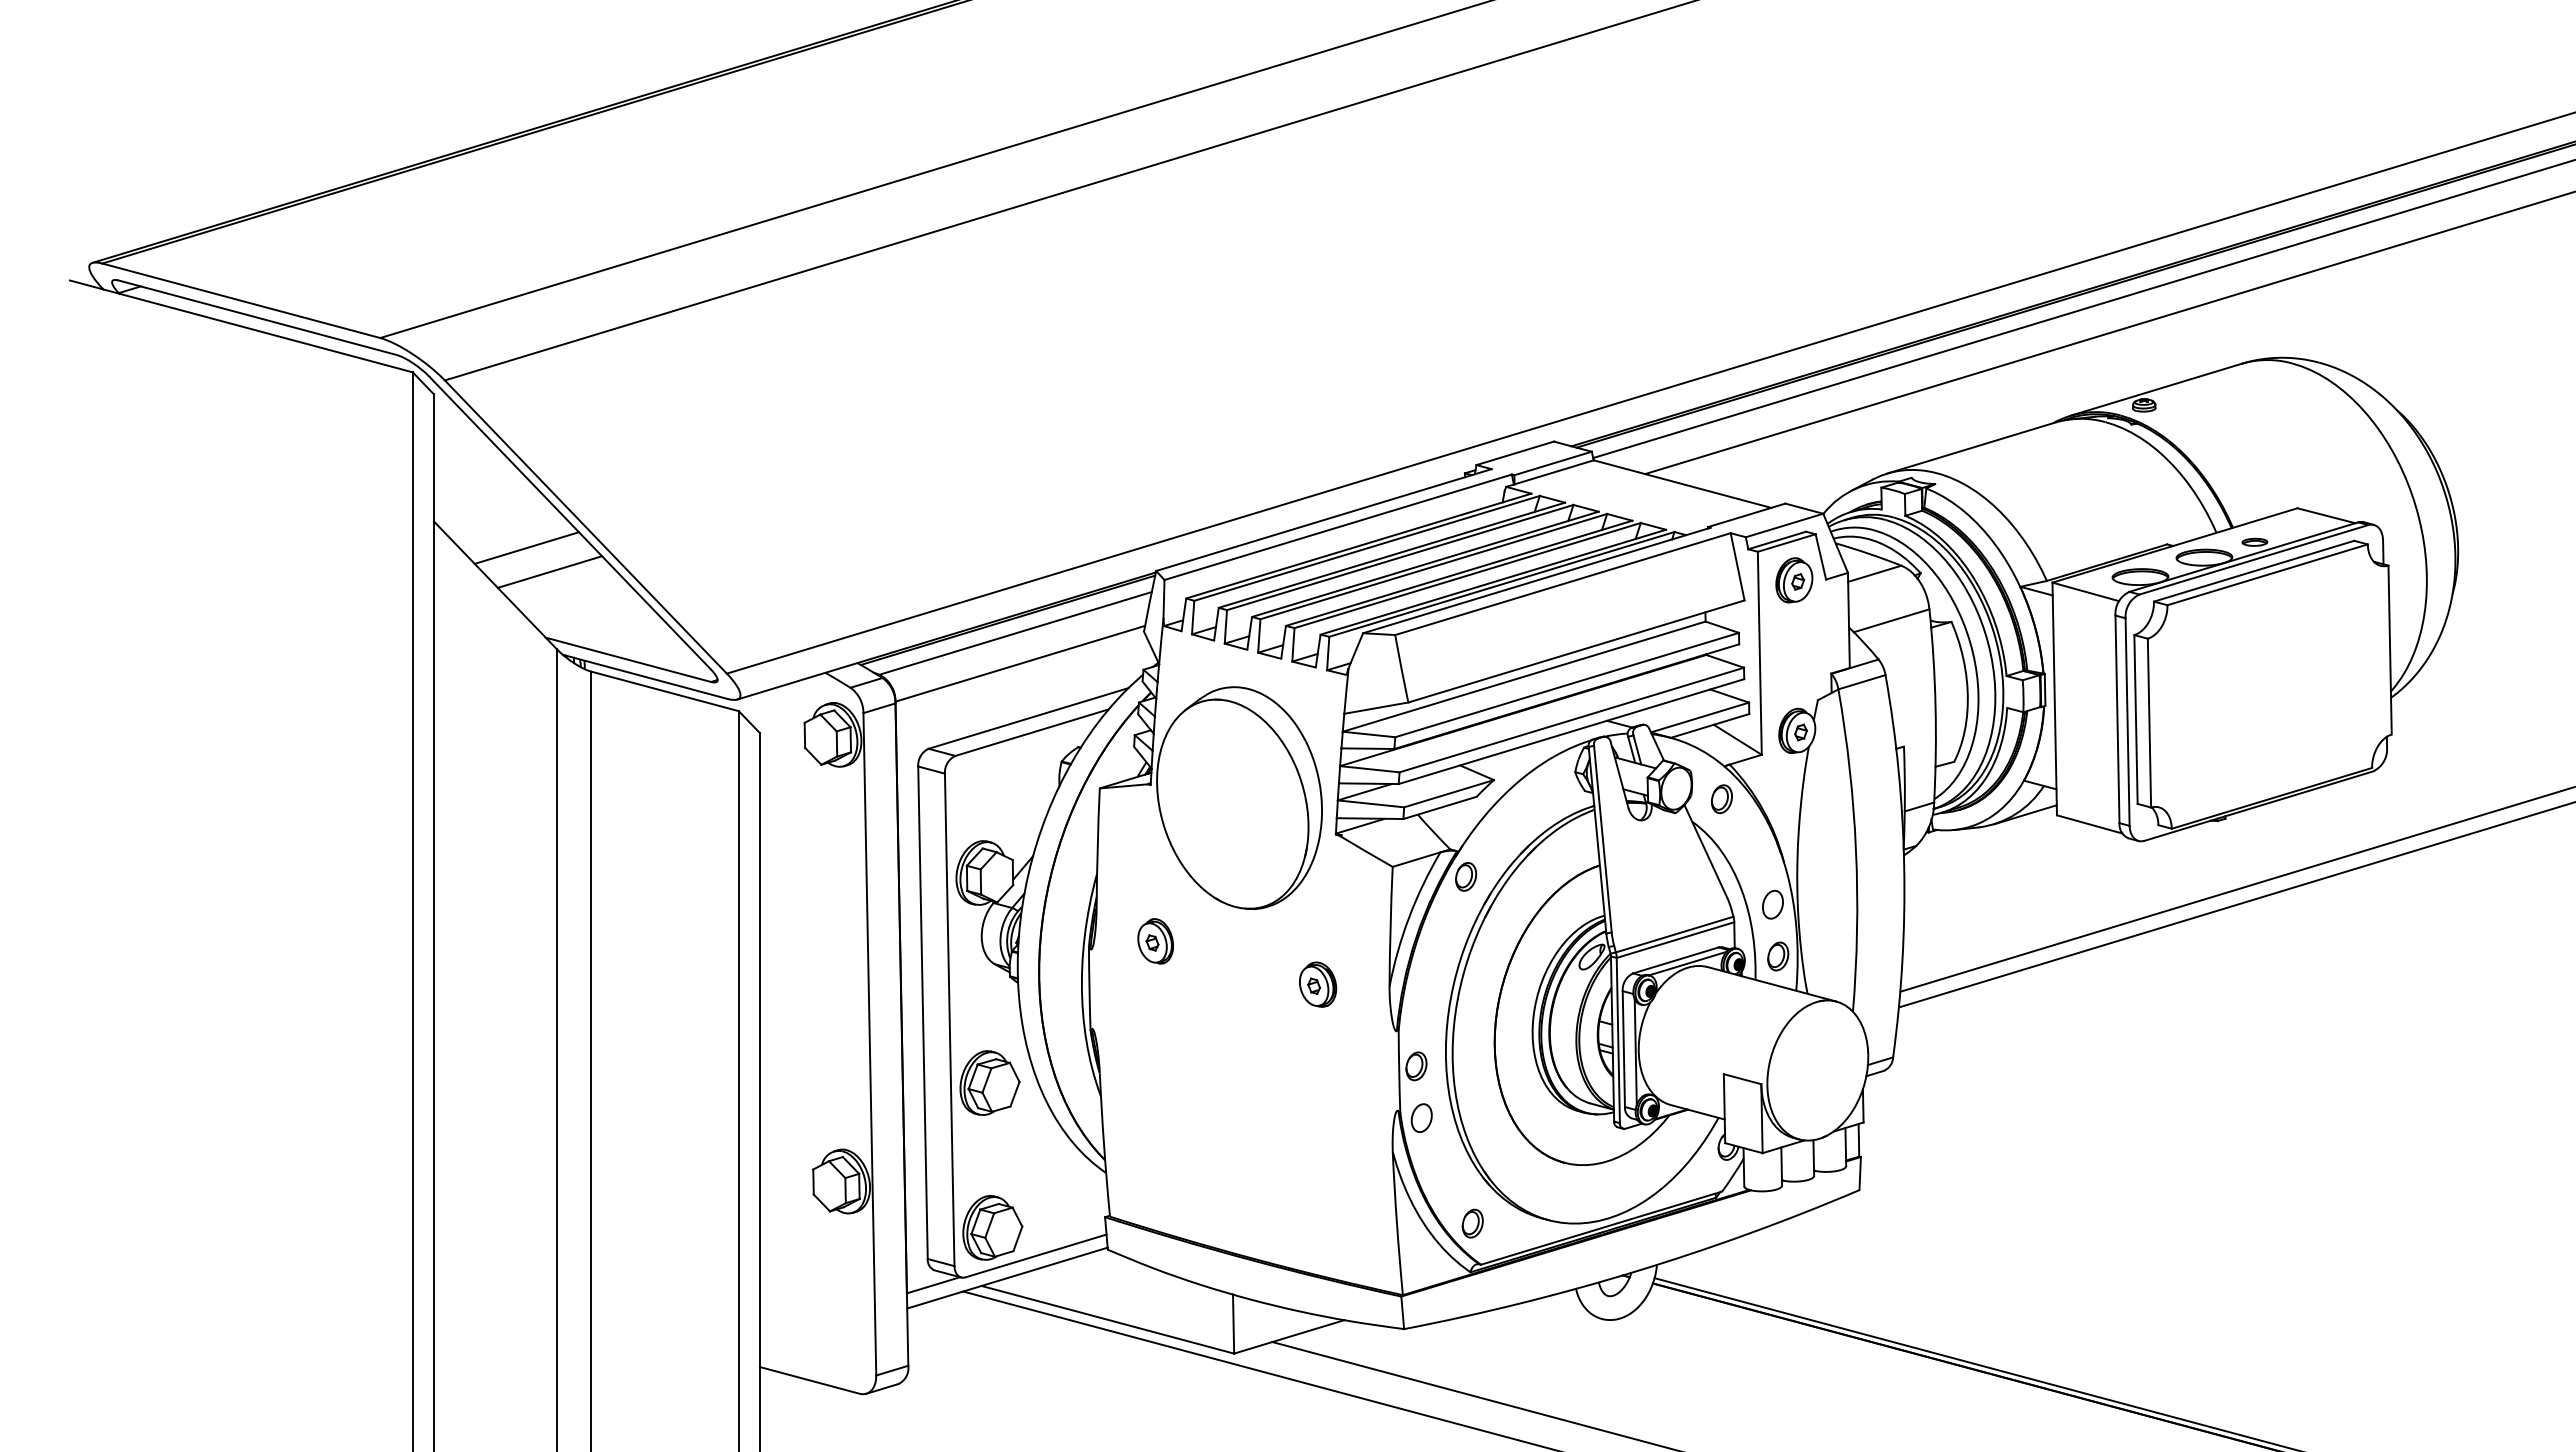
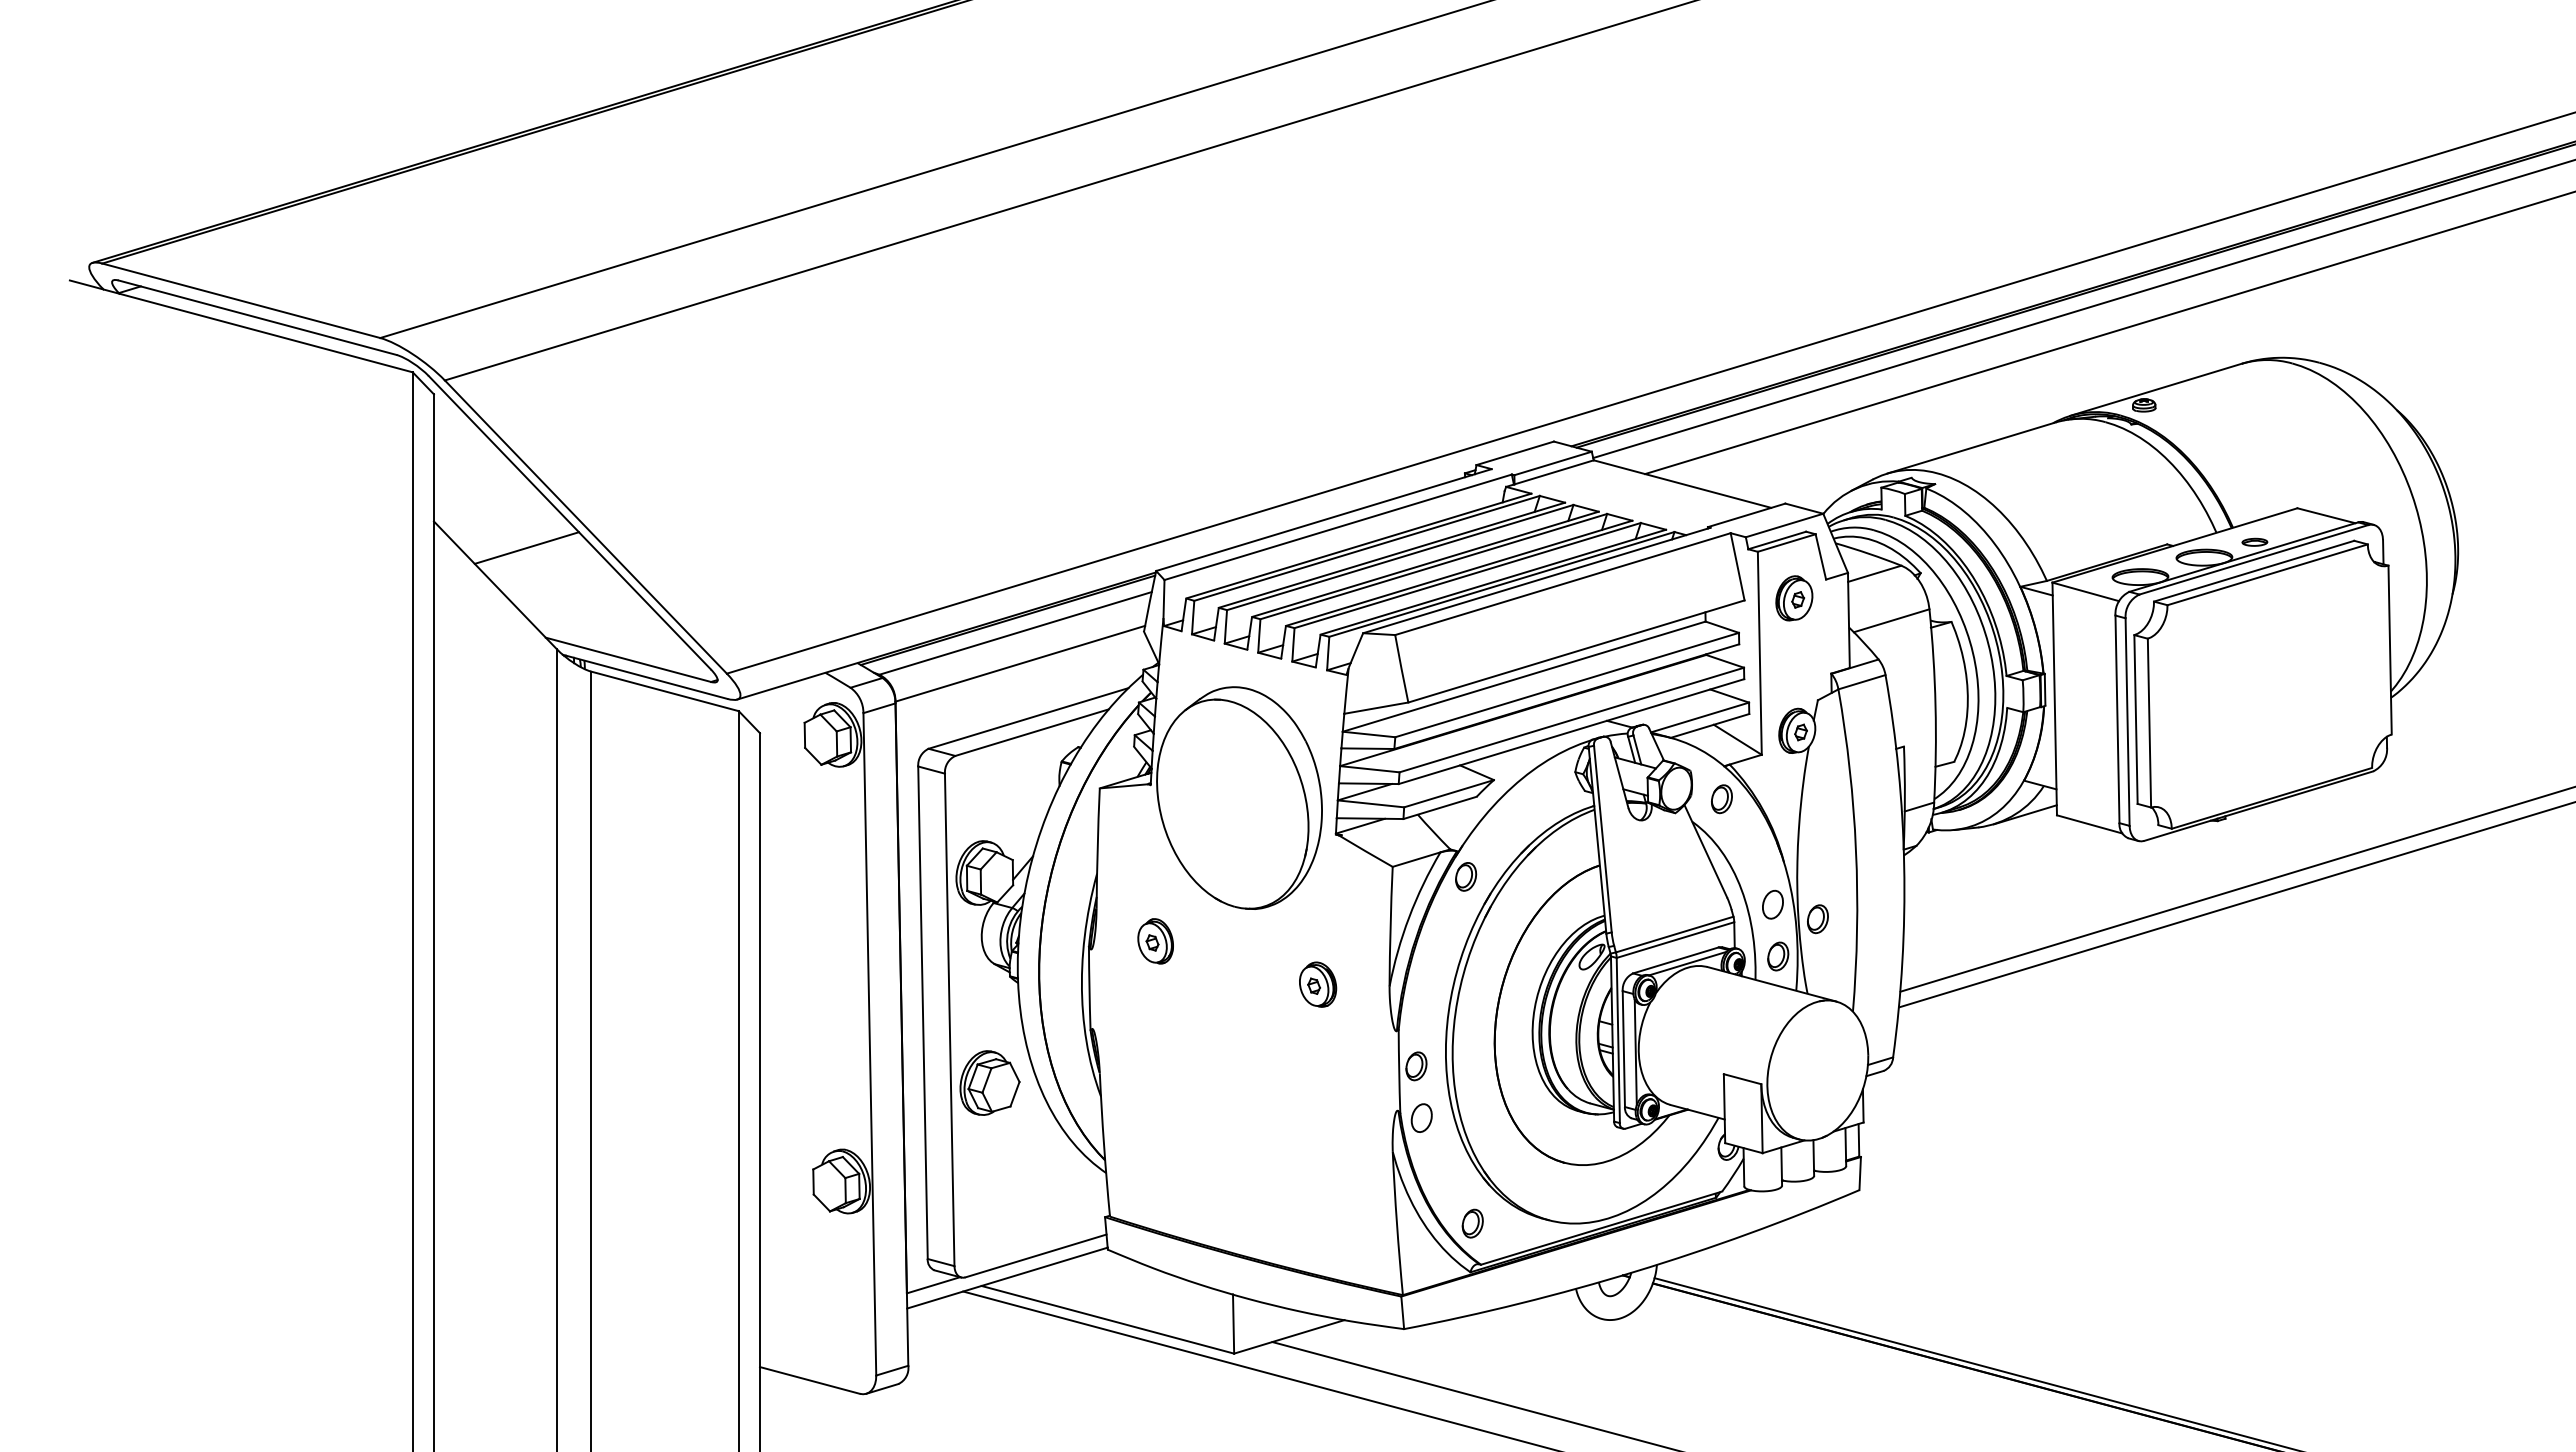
line at (549, 571): present -> none
part at (1794, 580) position: (1794, 580) -> (1794, 598)
part at (1817, 919): none -> present
part at (992, 1227): present -> none
